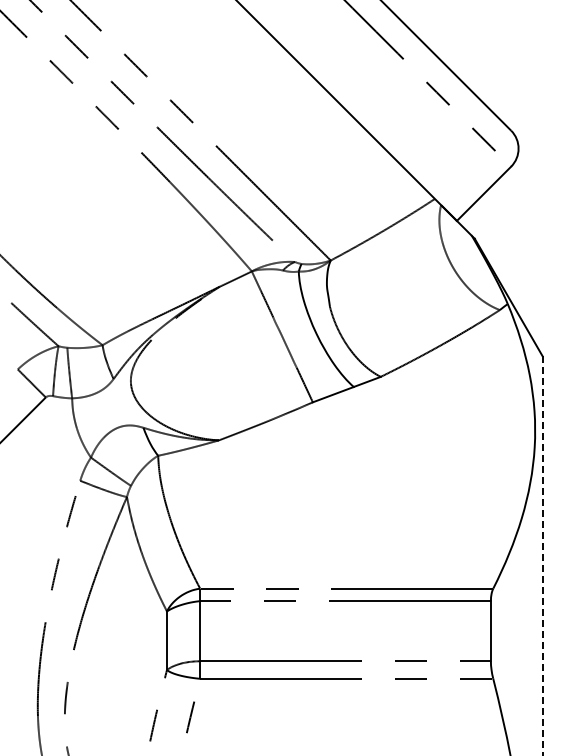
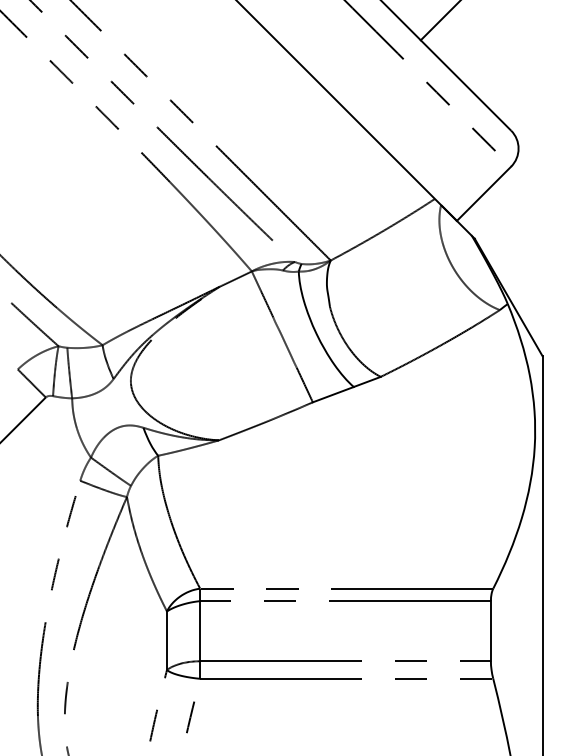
line at (439, 21): none -> present
line at (542, 556): dashed -> solid
